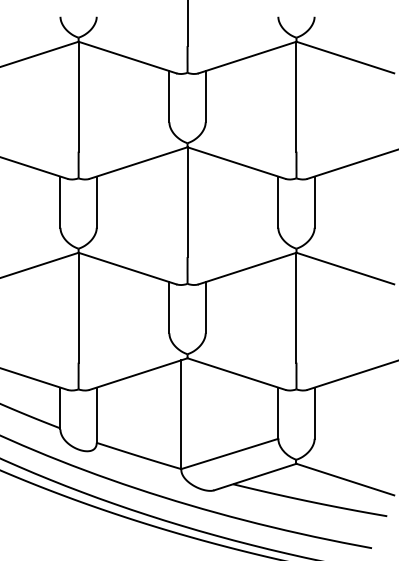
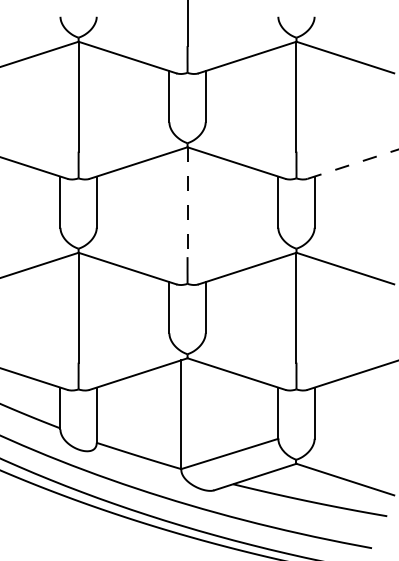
line at (353, 164): solid -> dashed
line at (187, 202): solid -> dashed
